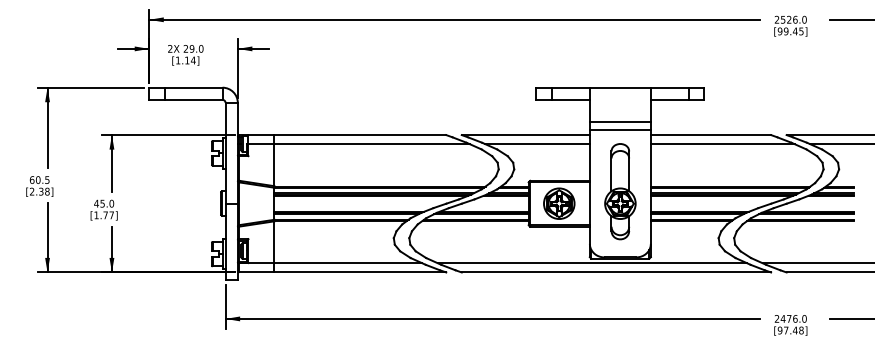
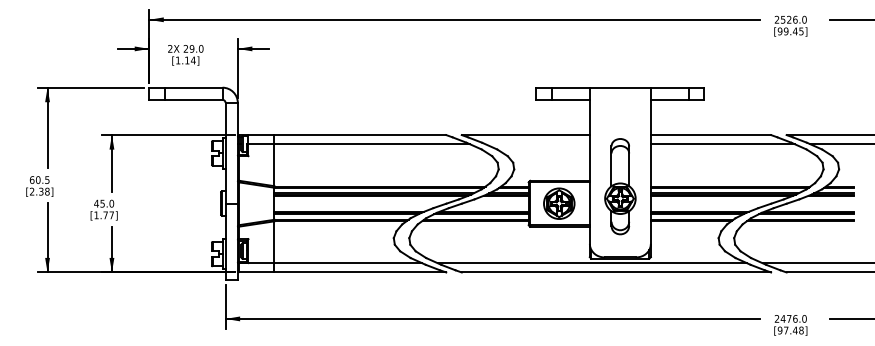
line at (619, 121): present -> none
line at (619, 130): present -> none
line at (537, 144): present -> none
part at (620, 191) position: (620, 191) -> (620, 186)
